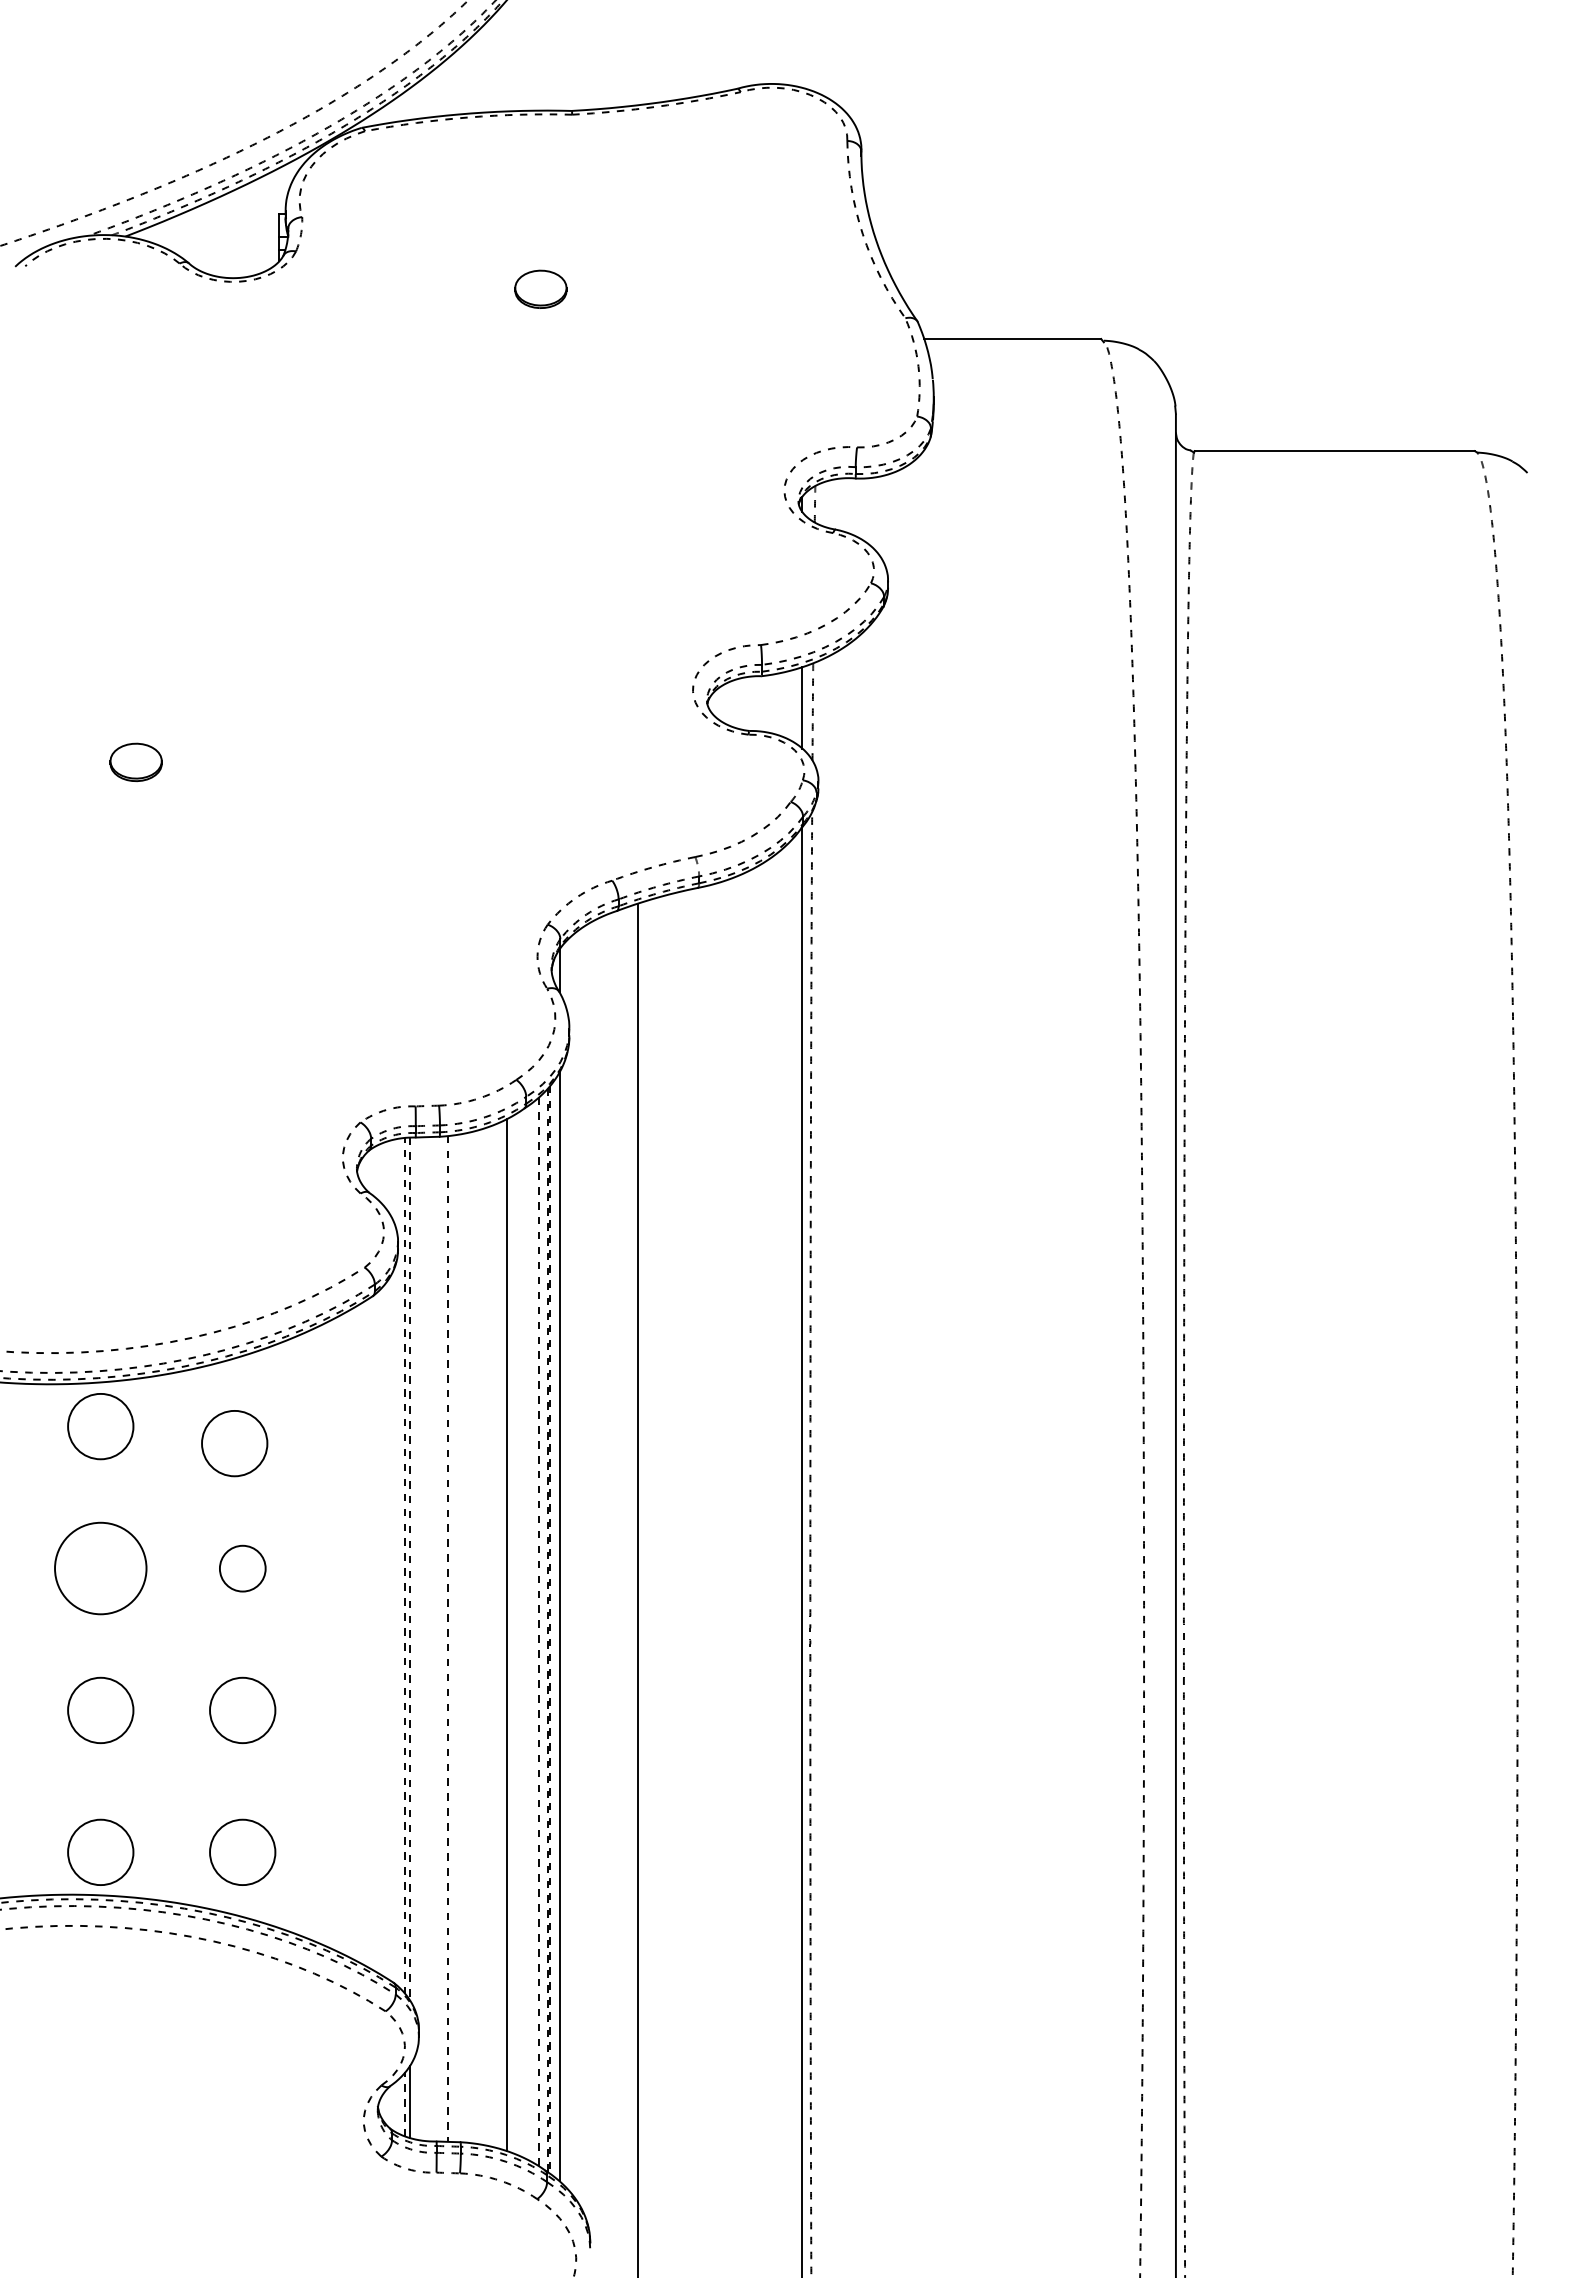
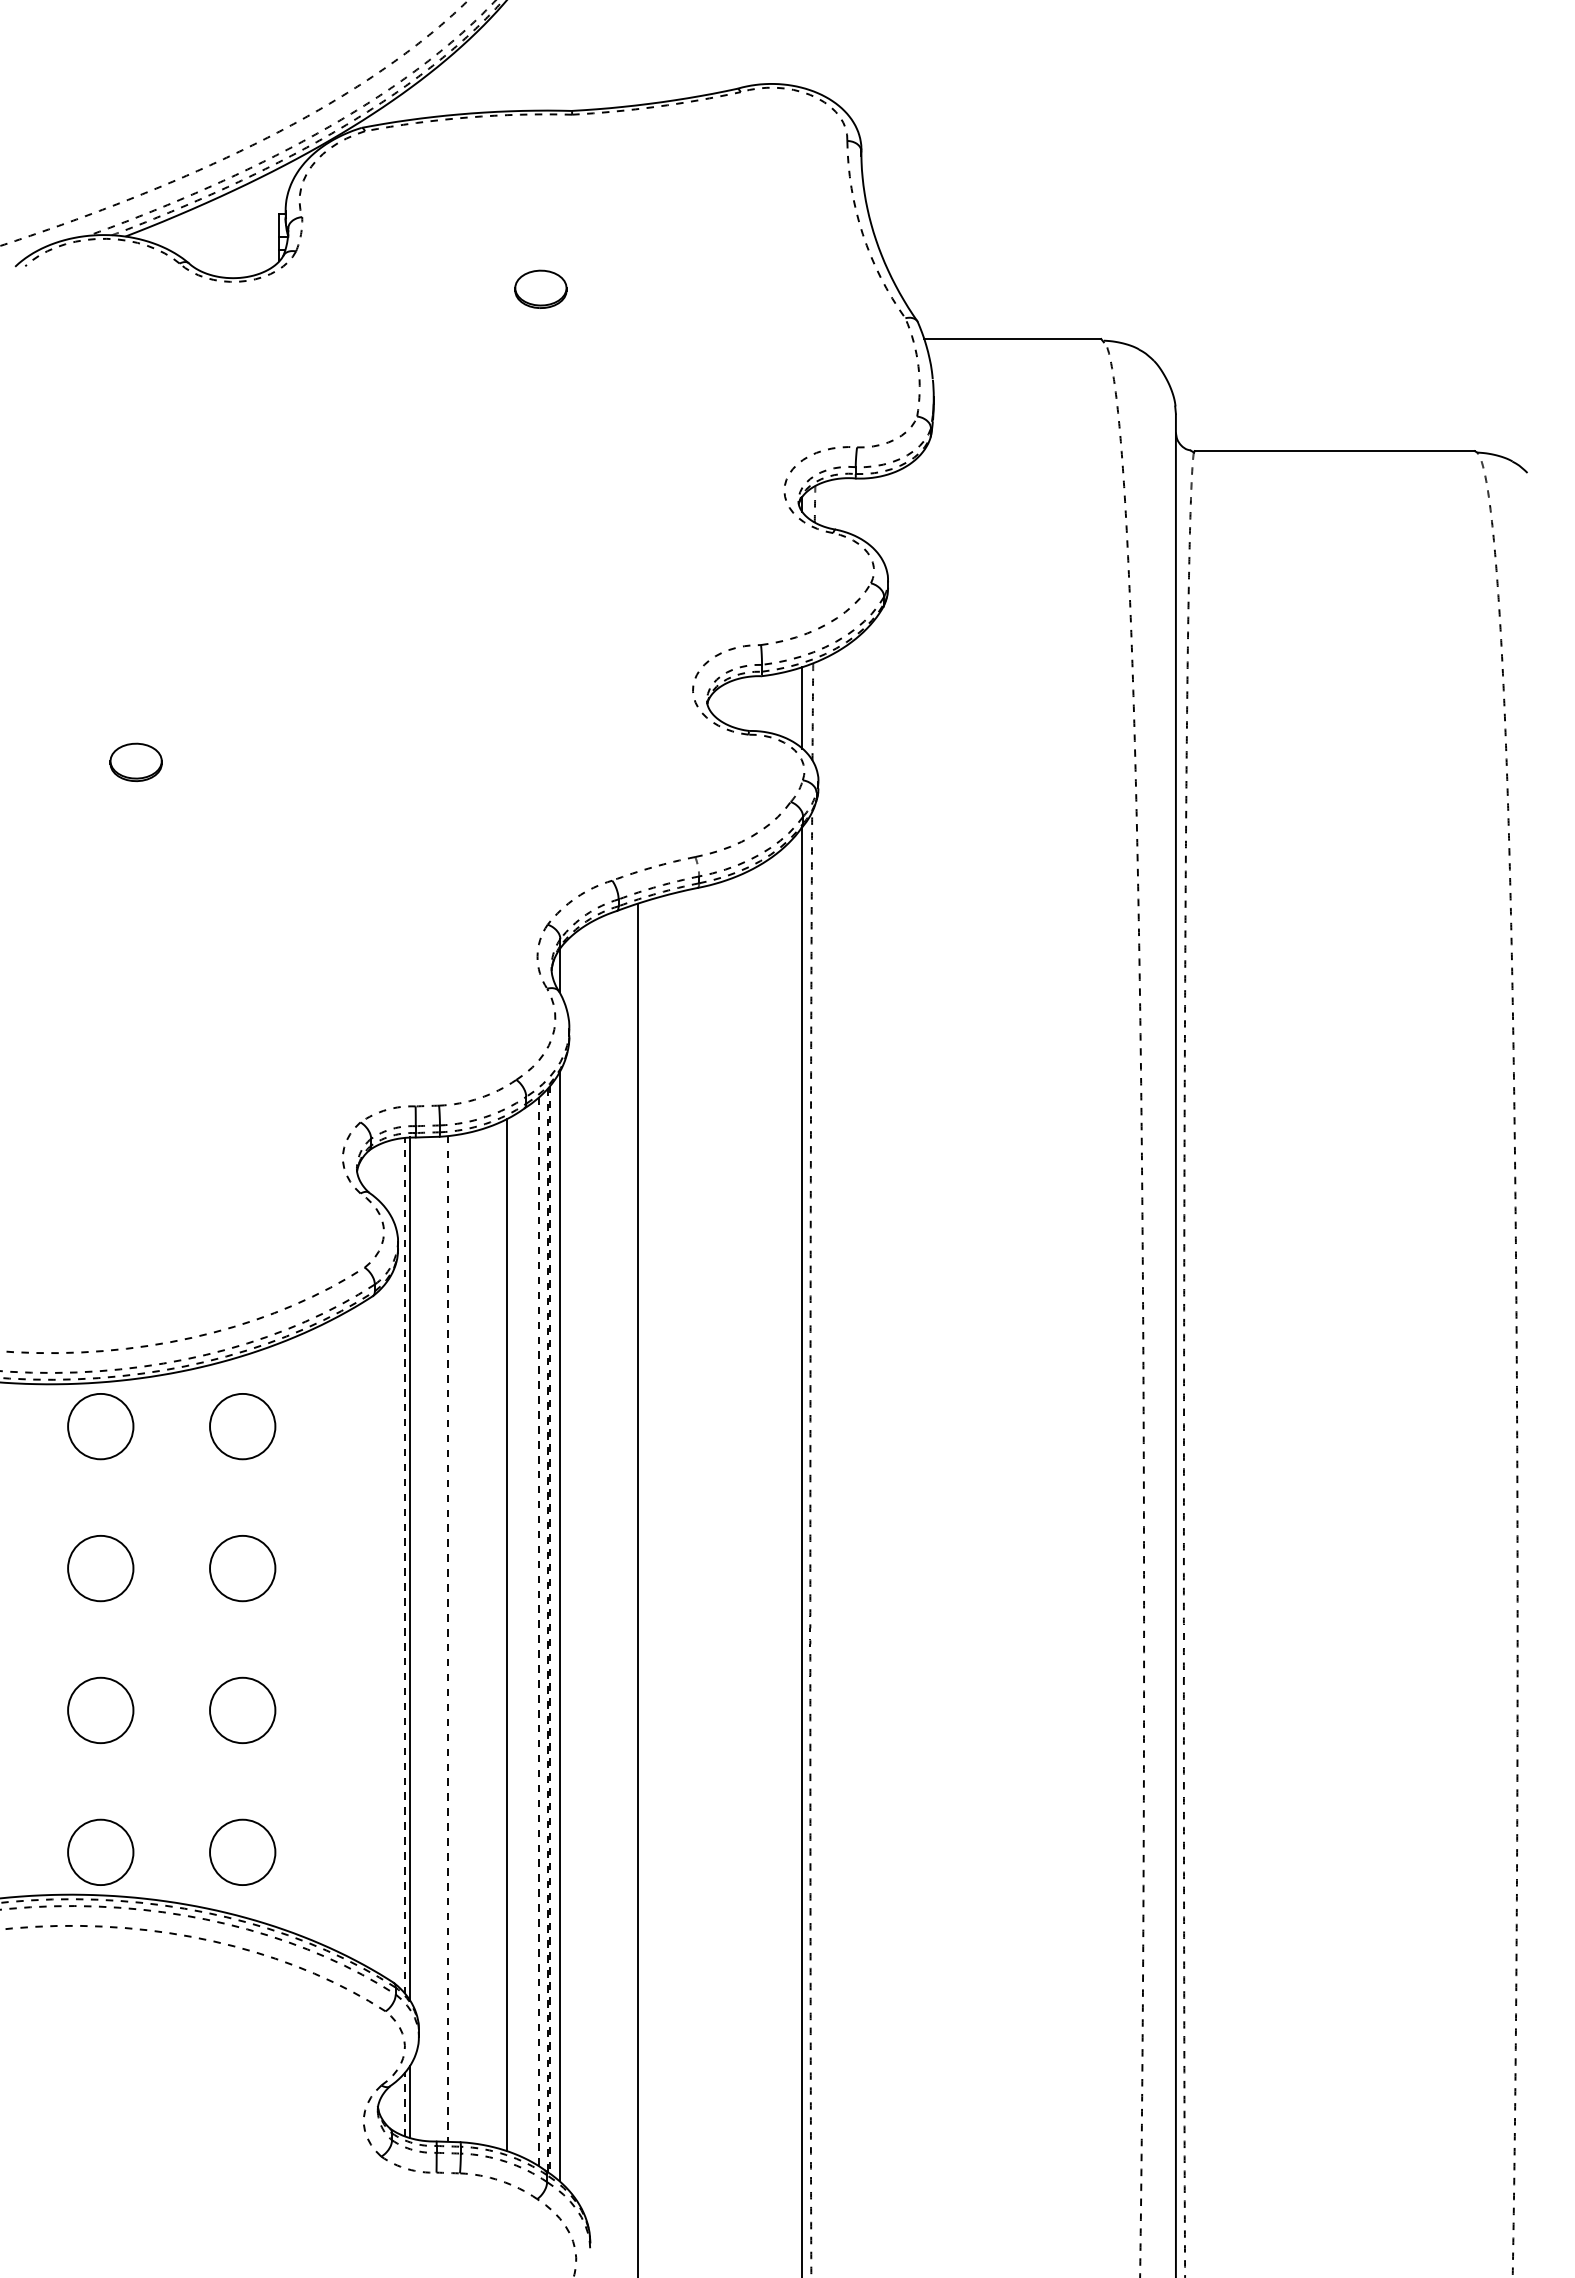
circle at (234, 1443) position: (234, 1443) -> (242, 1426)
circle at (100, 1568) diameter: 92 px -> 65 px
circle at (242, 1568) size: 48x49 px -> 68x68 px
line at (410, 1569): dashed -> solid
